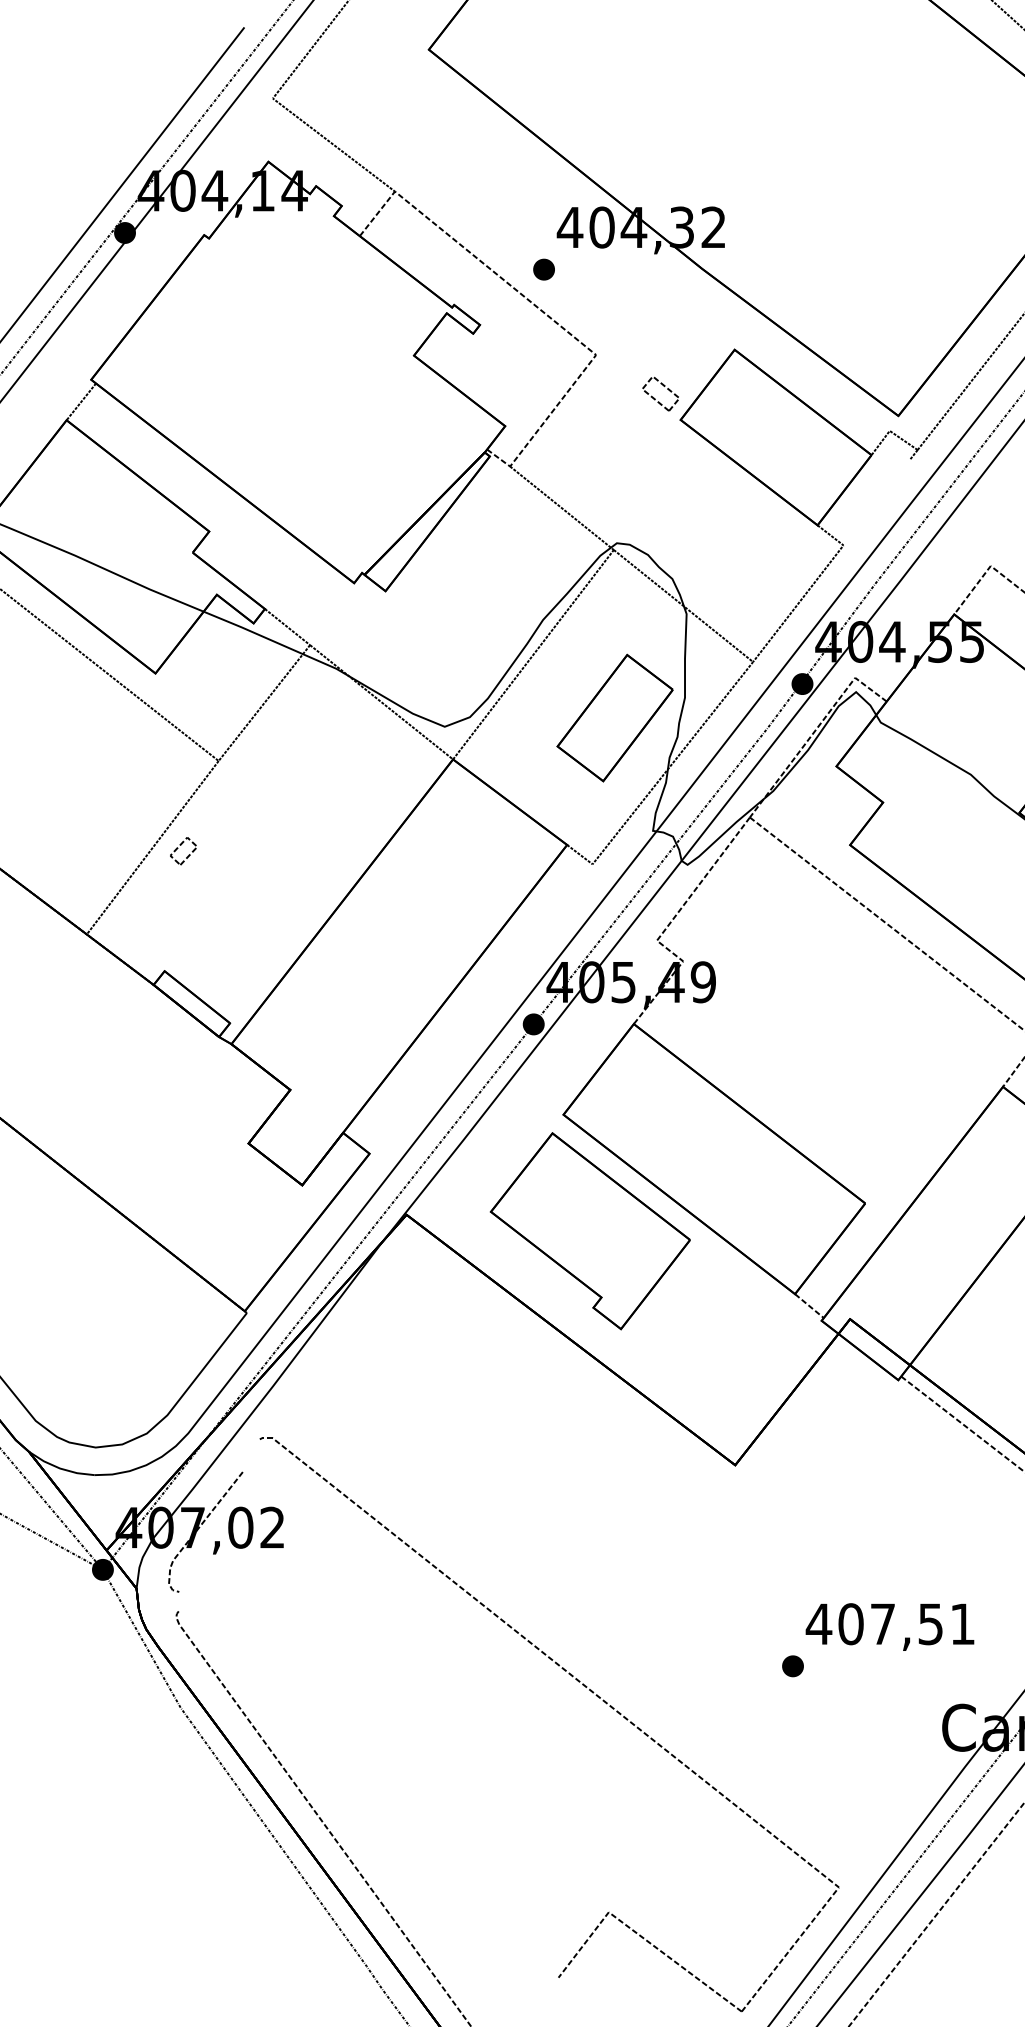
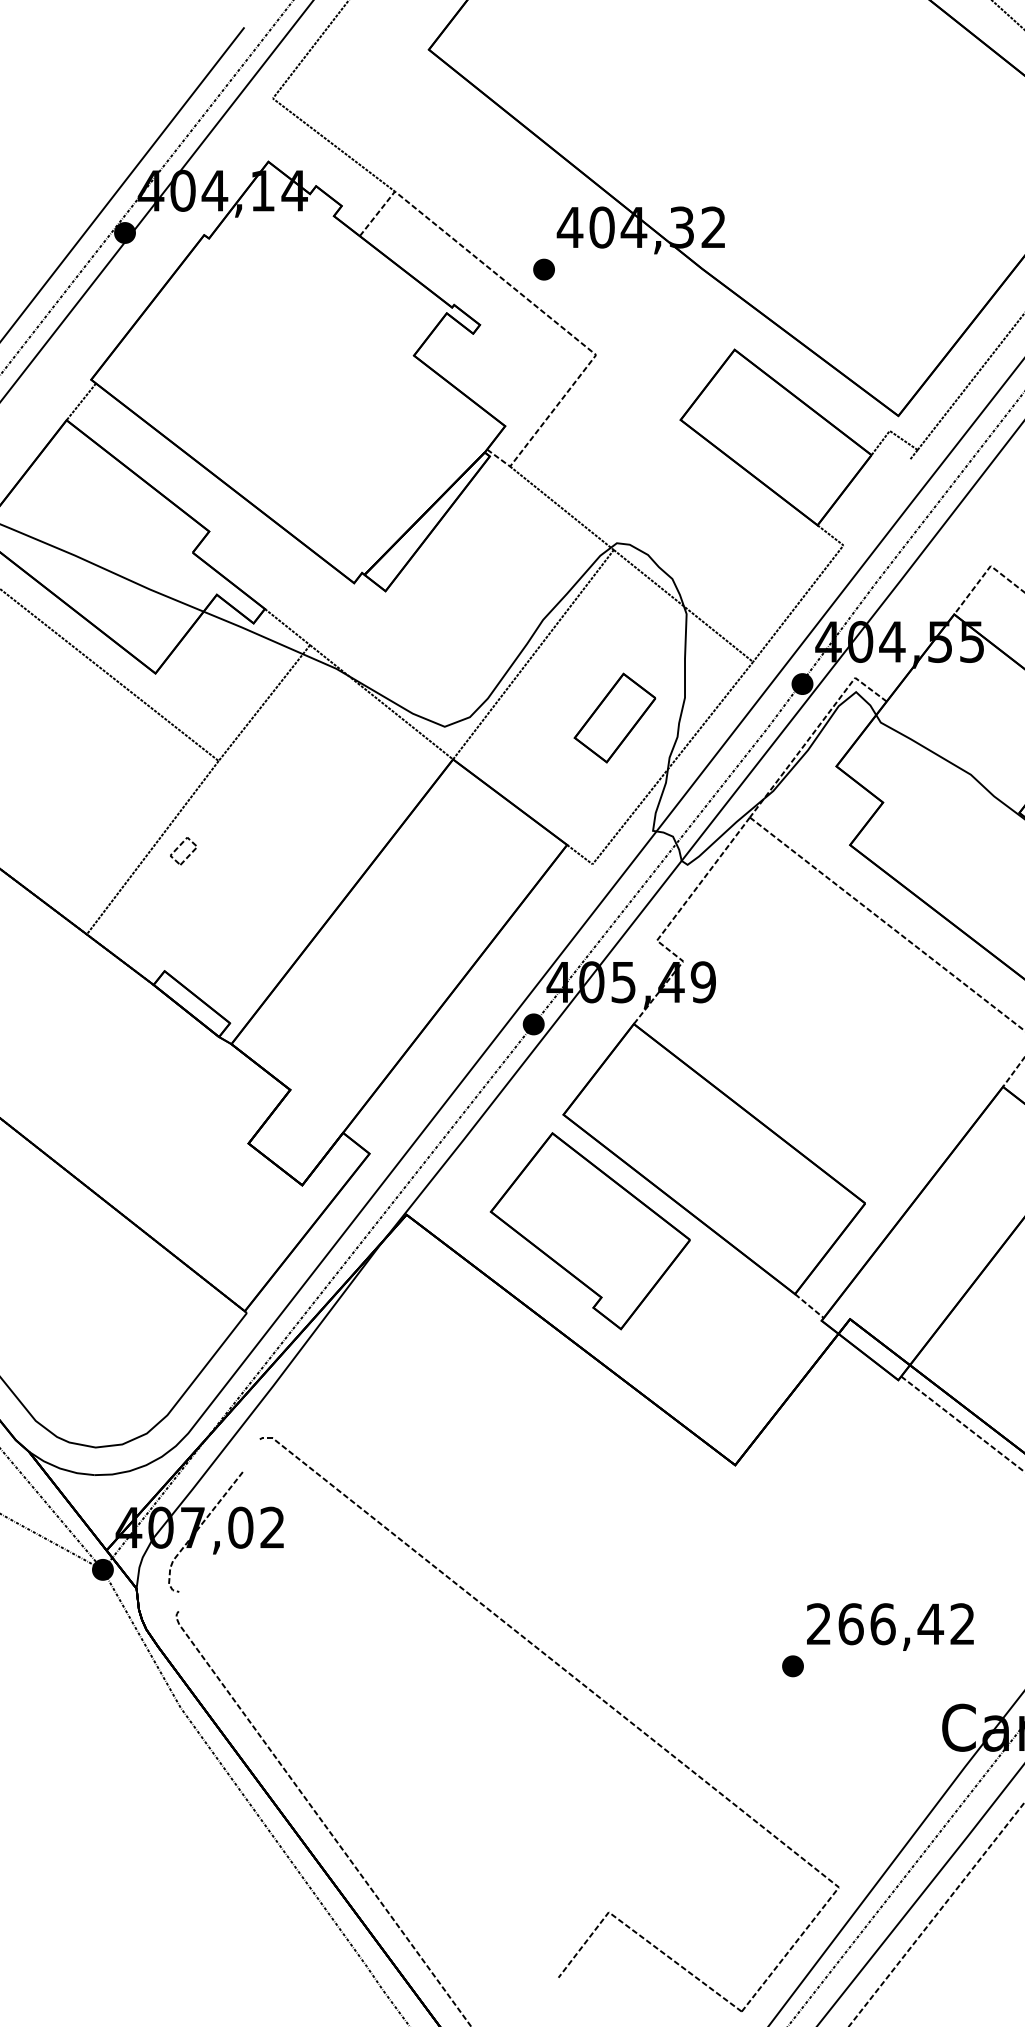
part at (655, 398): present -> none
part at (614, 717) size: 118x130 px -> 84x92 px
text at (889, 1624): 407,51 -> 266,42
